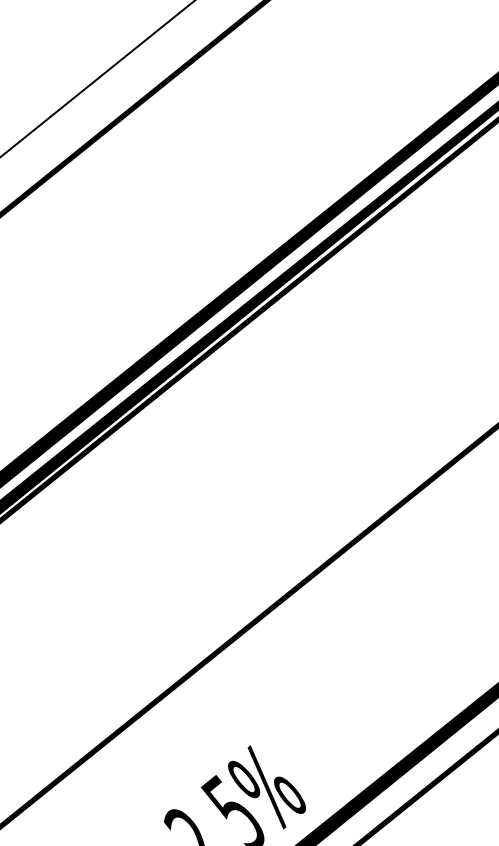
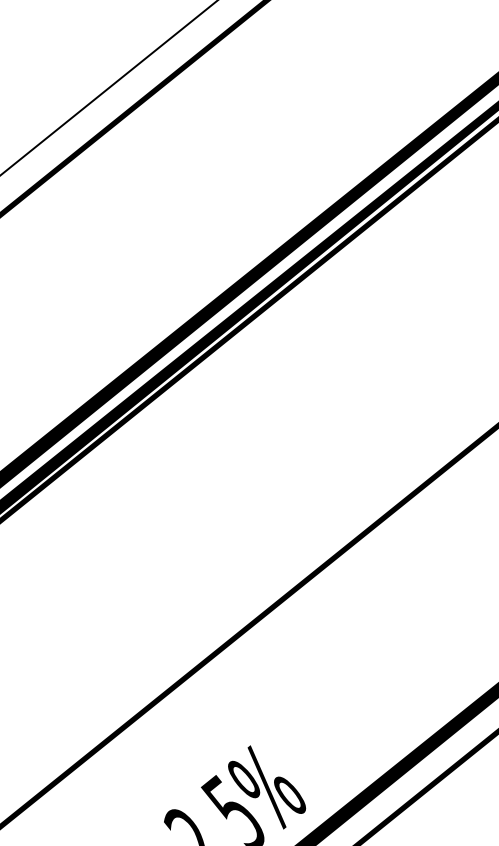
line at (97, 78) position: (97, 78) -> (108, 87)
